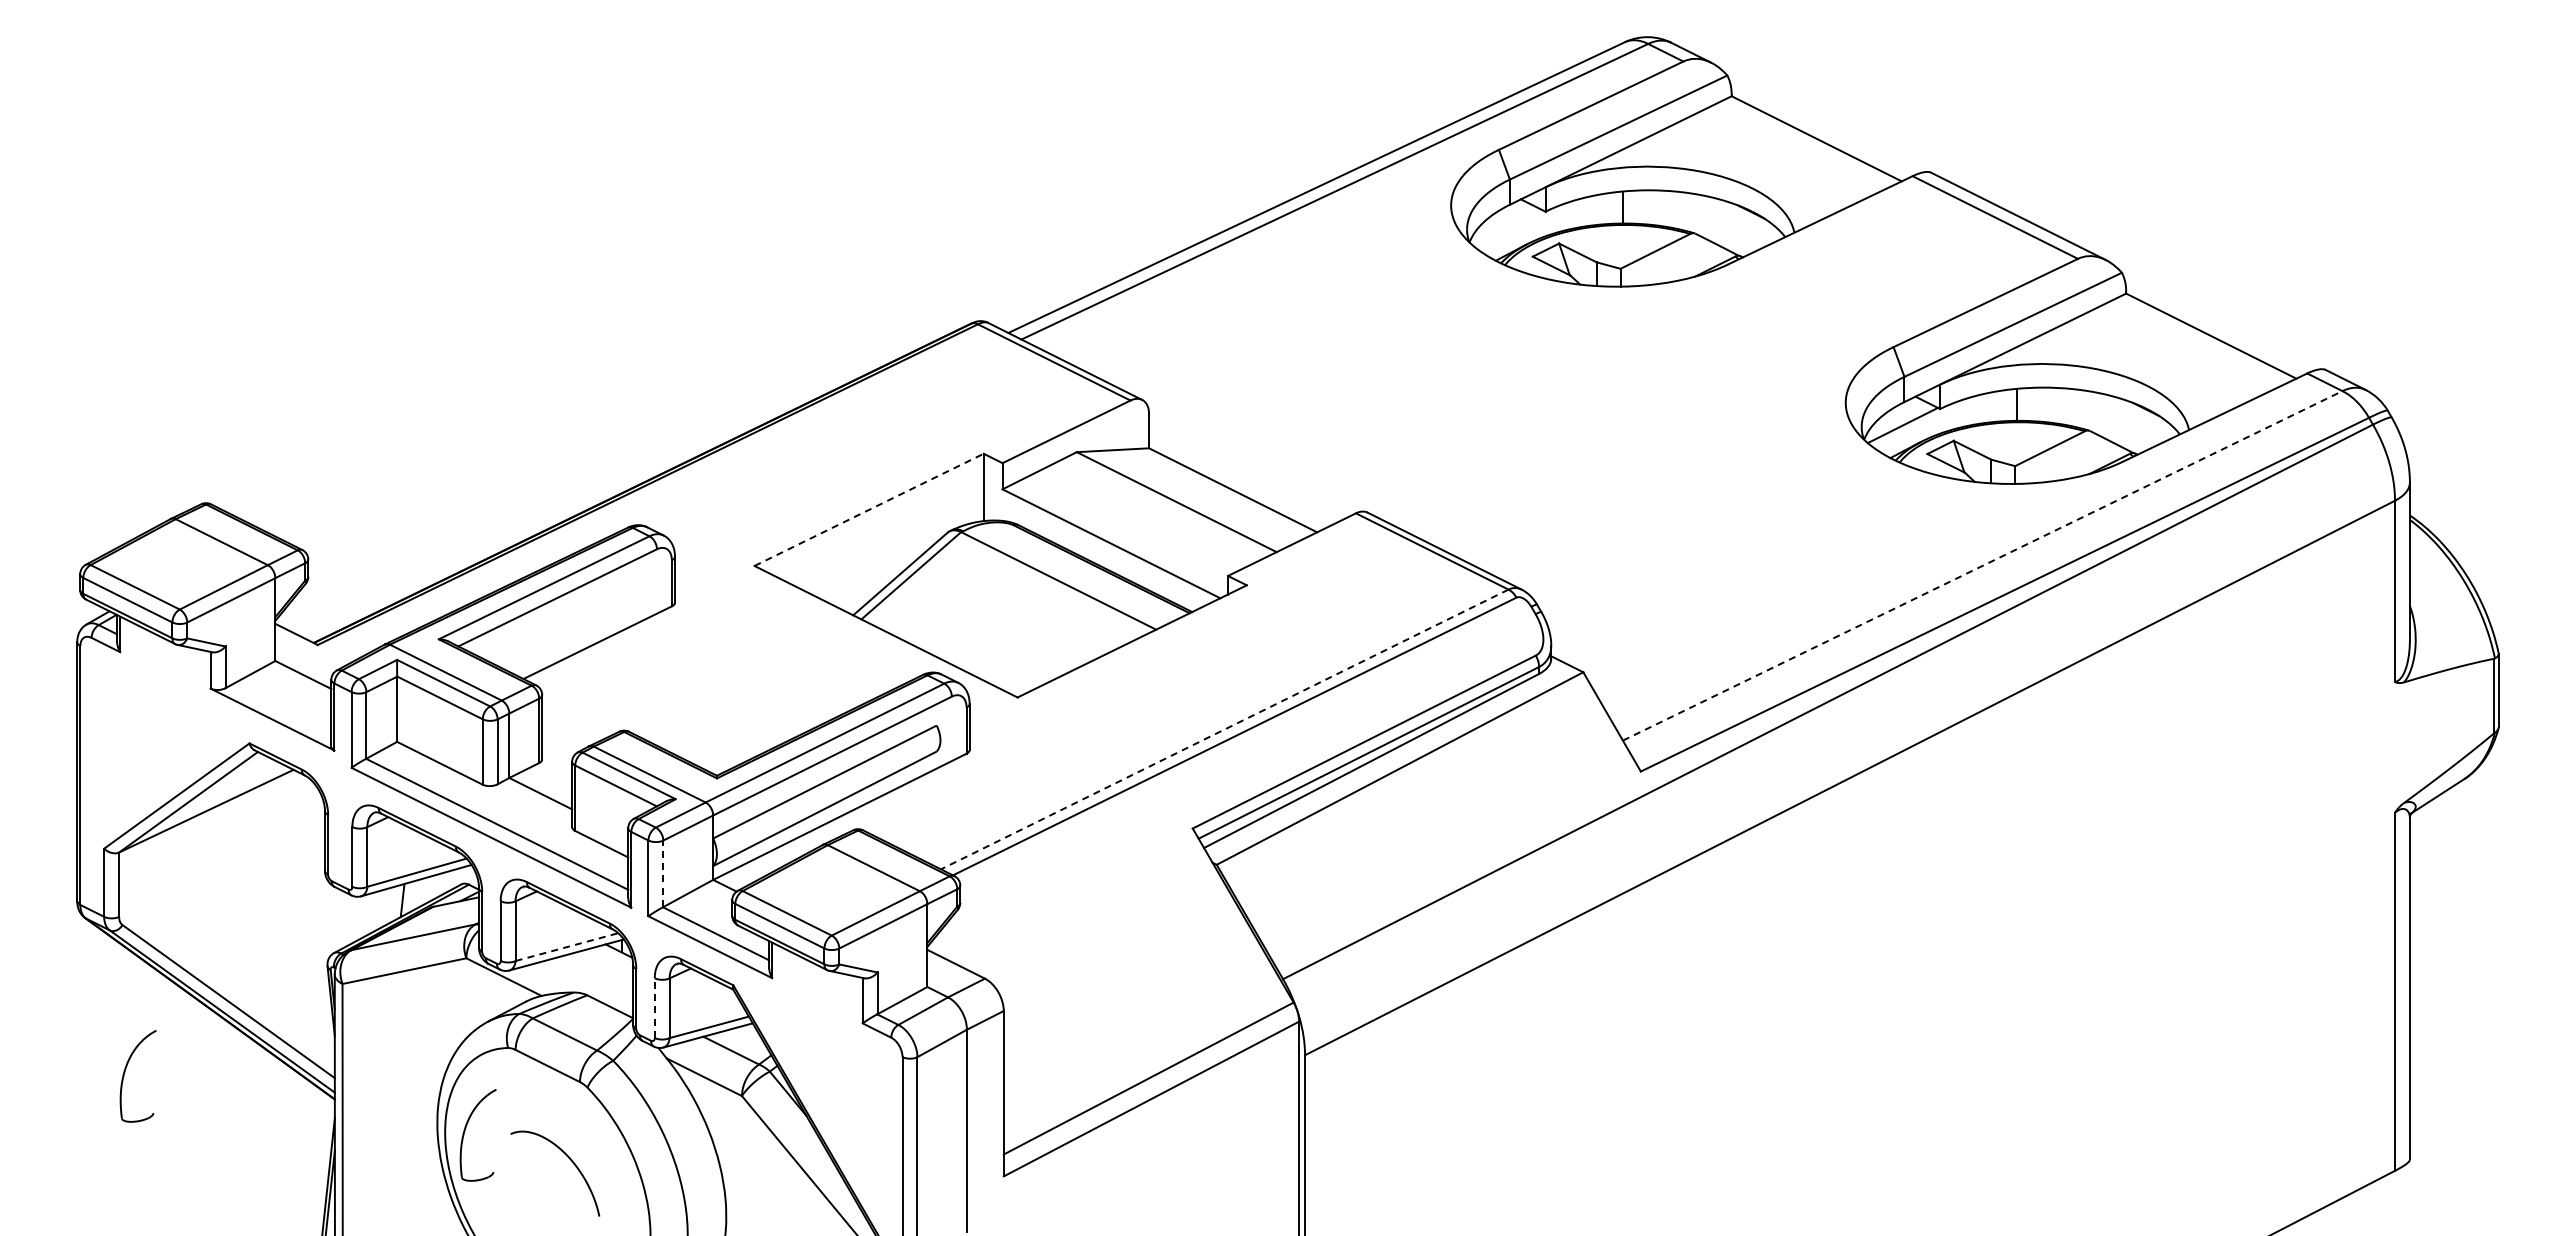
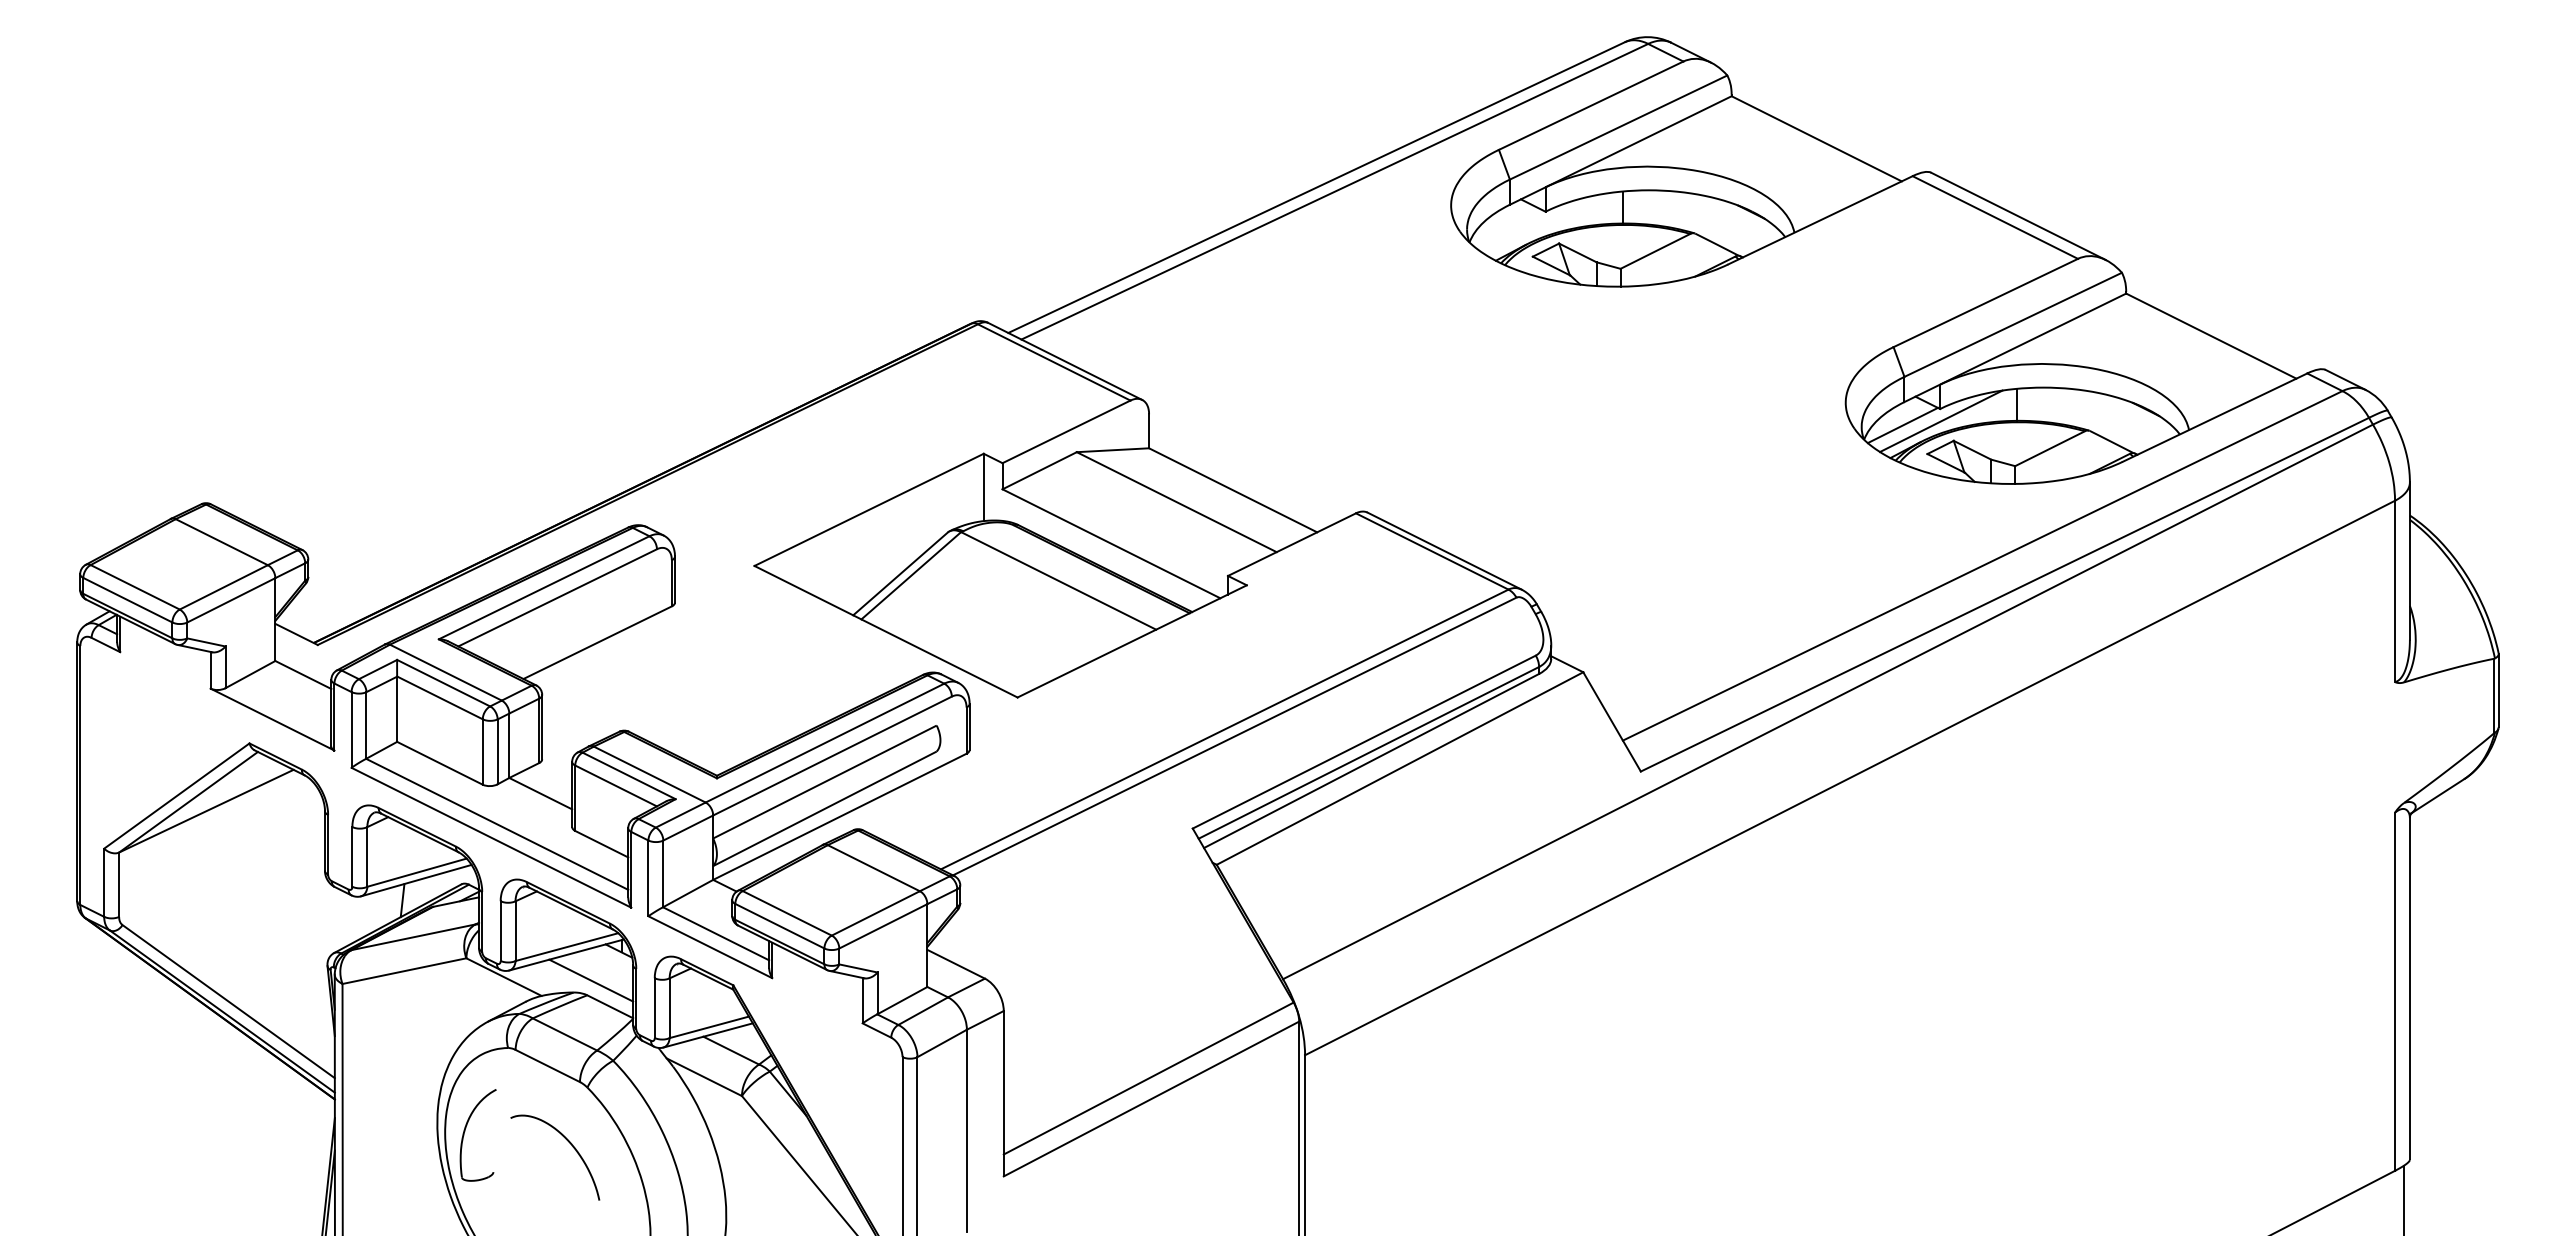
line at (1941, 421): none -> present
line at (869, 509): dashed -> solid
line at (1982, 565): dashed -> solid
line at (1224, 729): dashed -> solid
line at (663, 873): dashed -> solid
line at (567, 946): dashed -> solid
line at (591, 980): none -> present
line at (654, 1008): dashed -> solid
part at (125, 1072): present -> none
curve at (572, 1163) position: (572, 1163) -> (572, 1147)
line at (2403, 1198): none -> present
